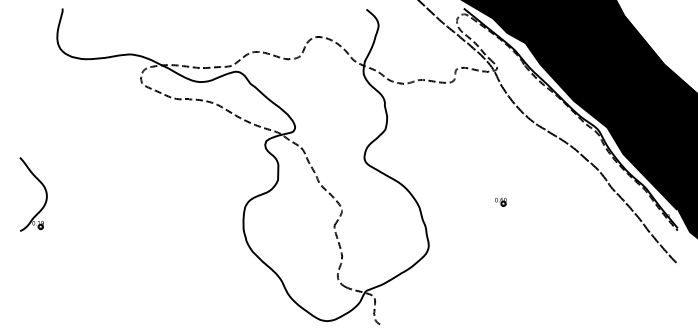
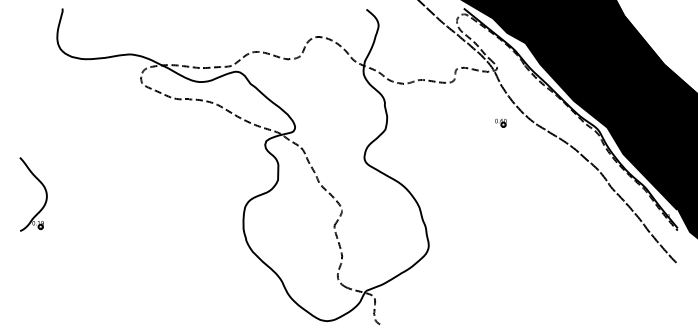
part at (500, 201) position: (500, 201) -> (500, 122)
